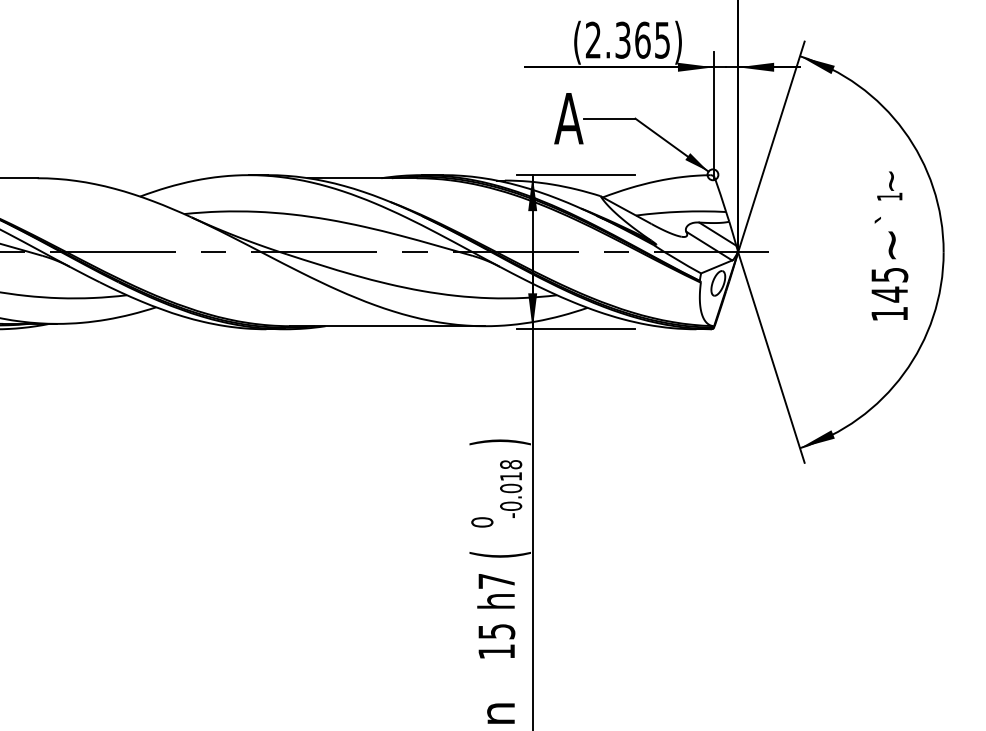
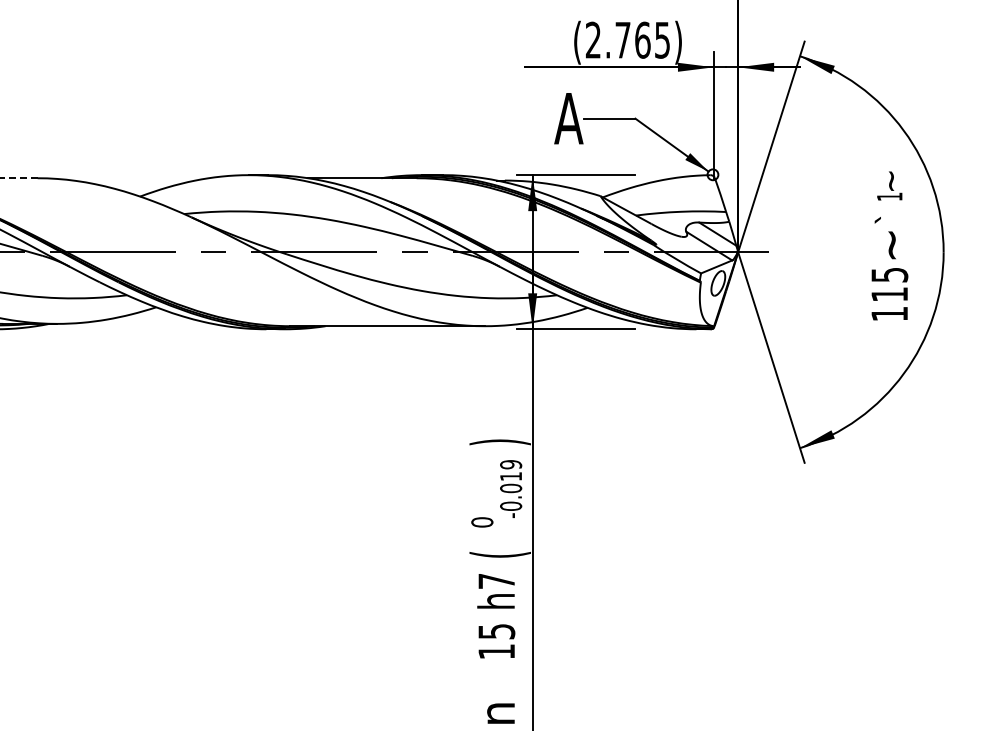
text at (622, 39): (2.365) -> (2.765)
line at (18, 178): solid -> dashed
text at (889, 294): 145 -> 115
text at (511, 464): -0.018 -> -0.019
